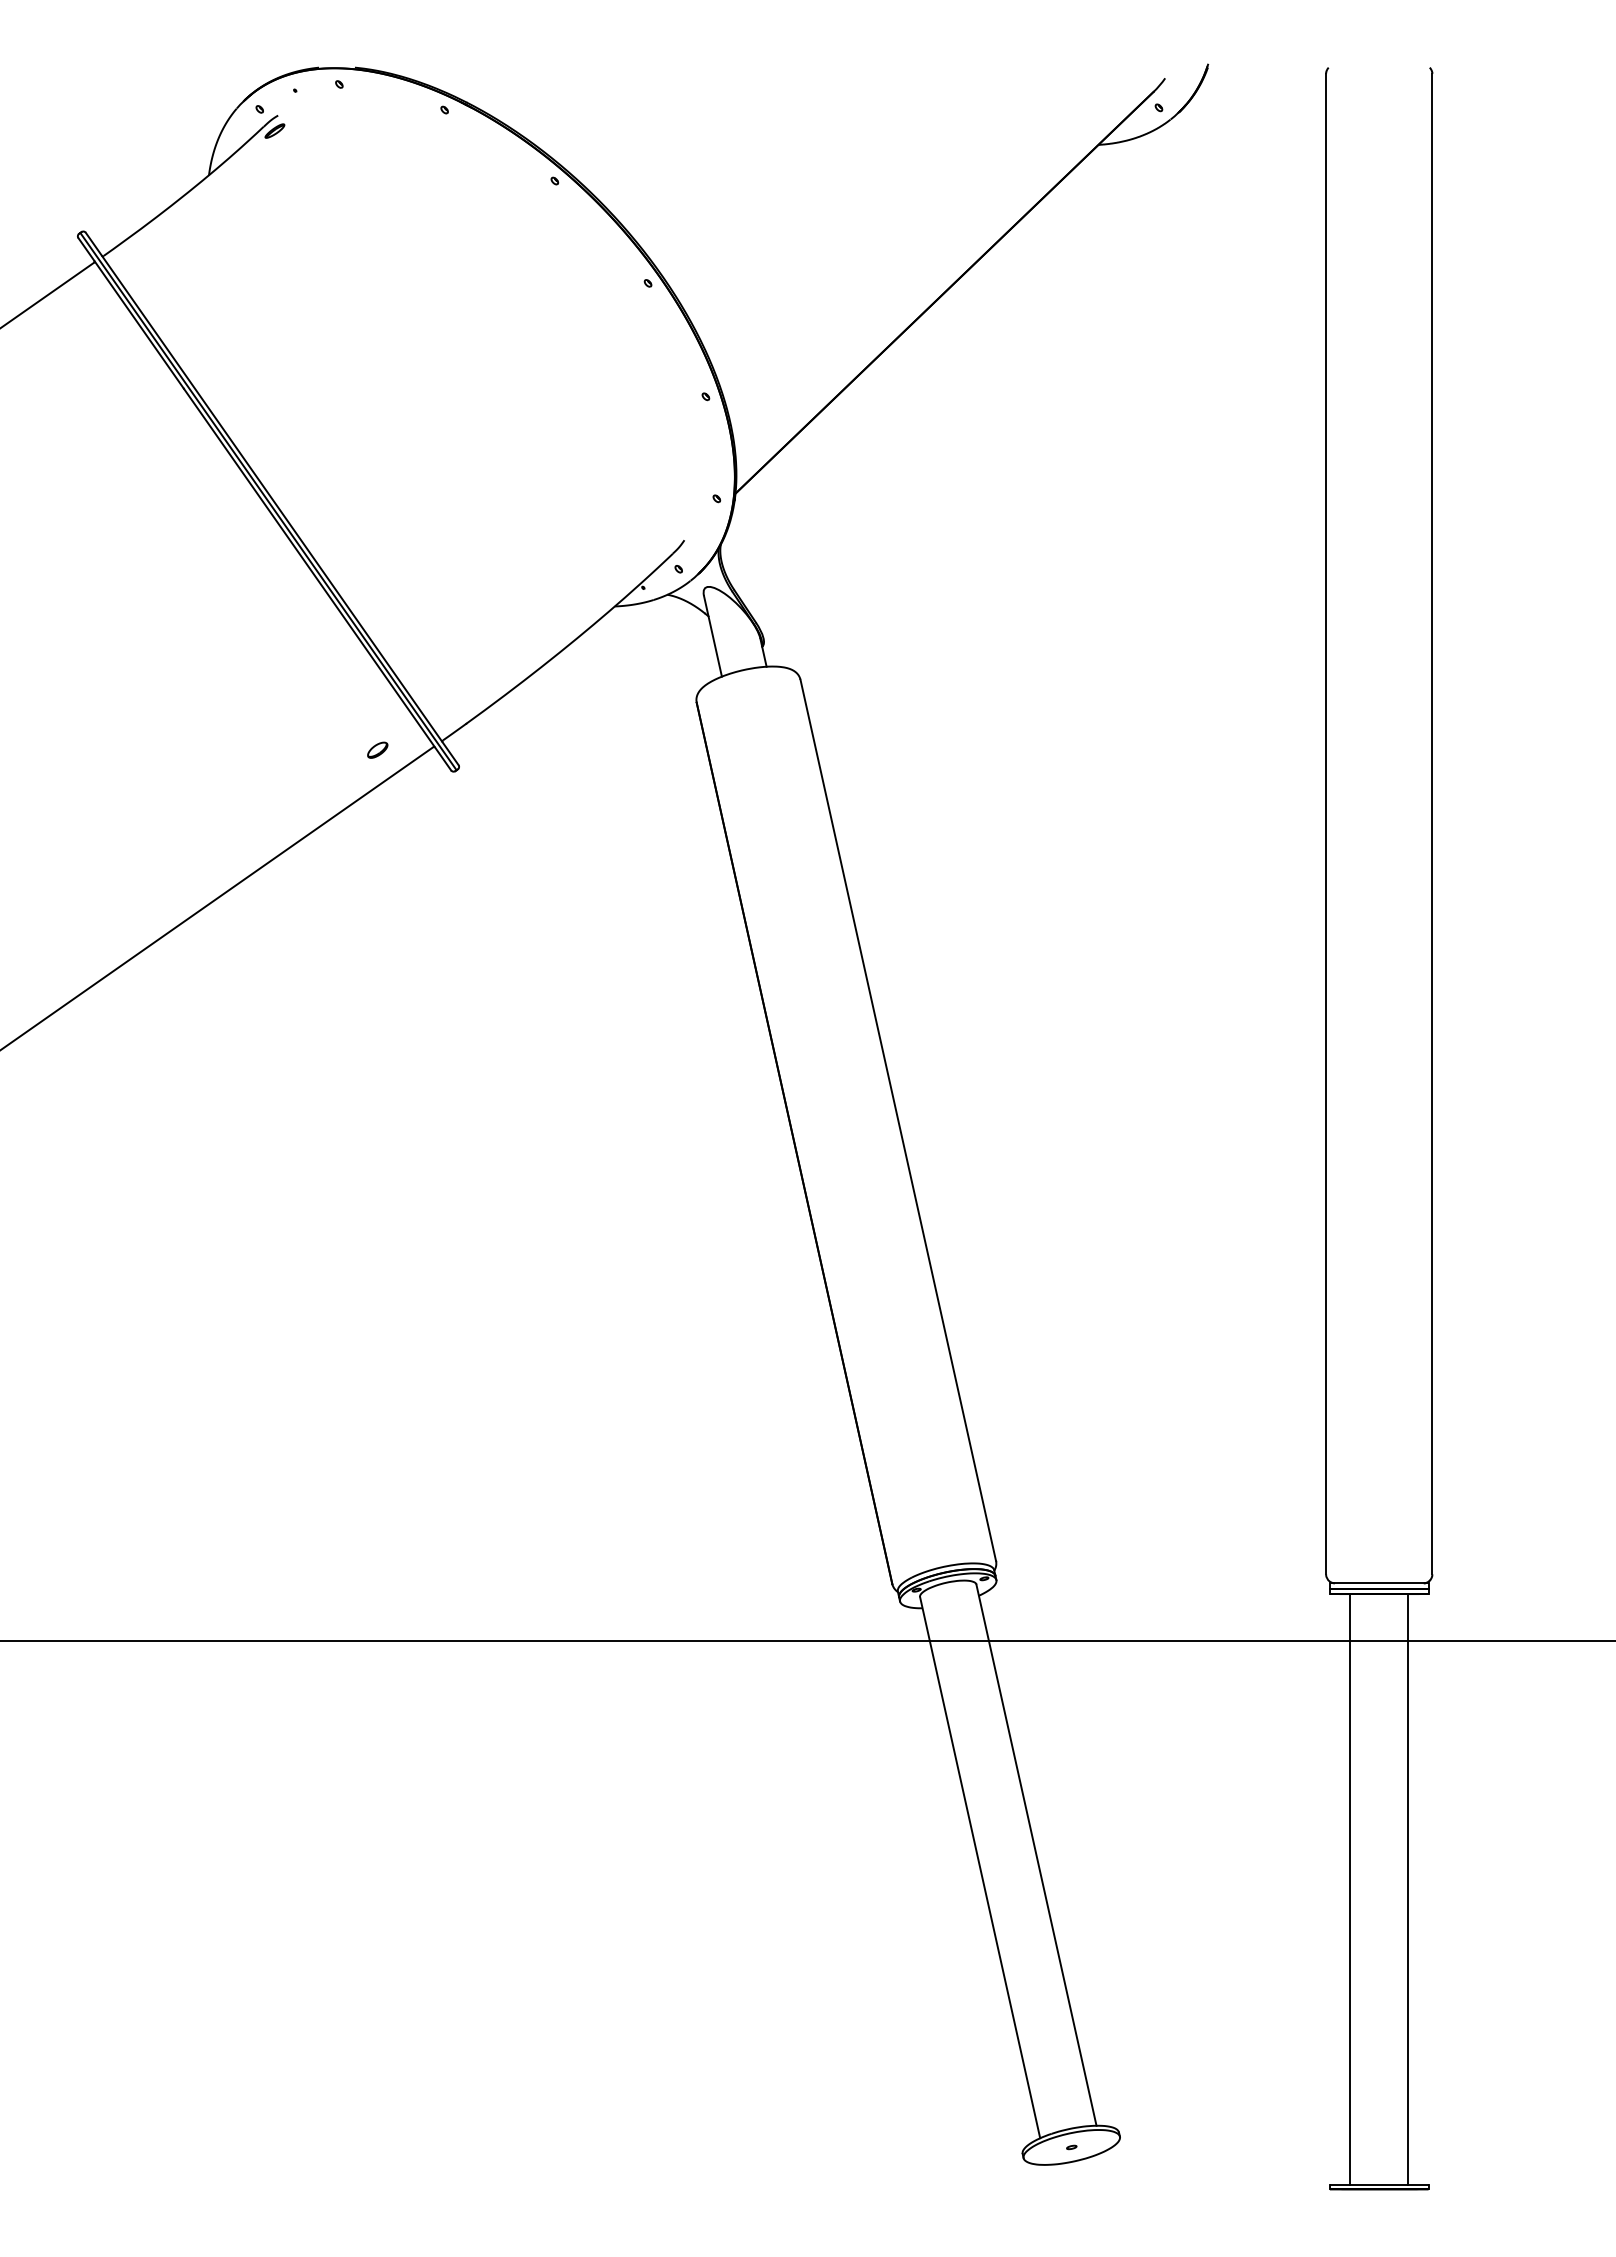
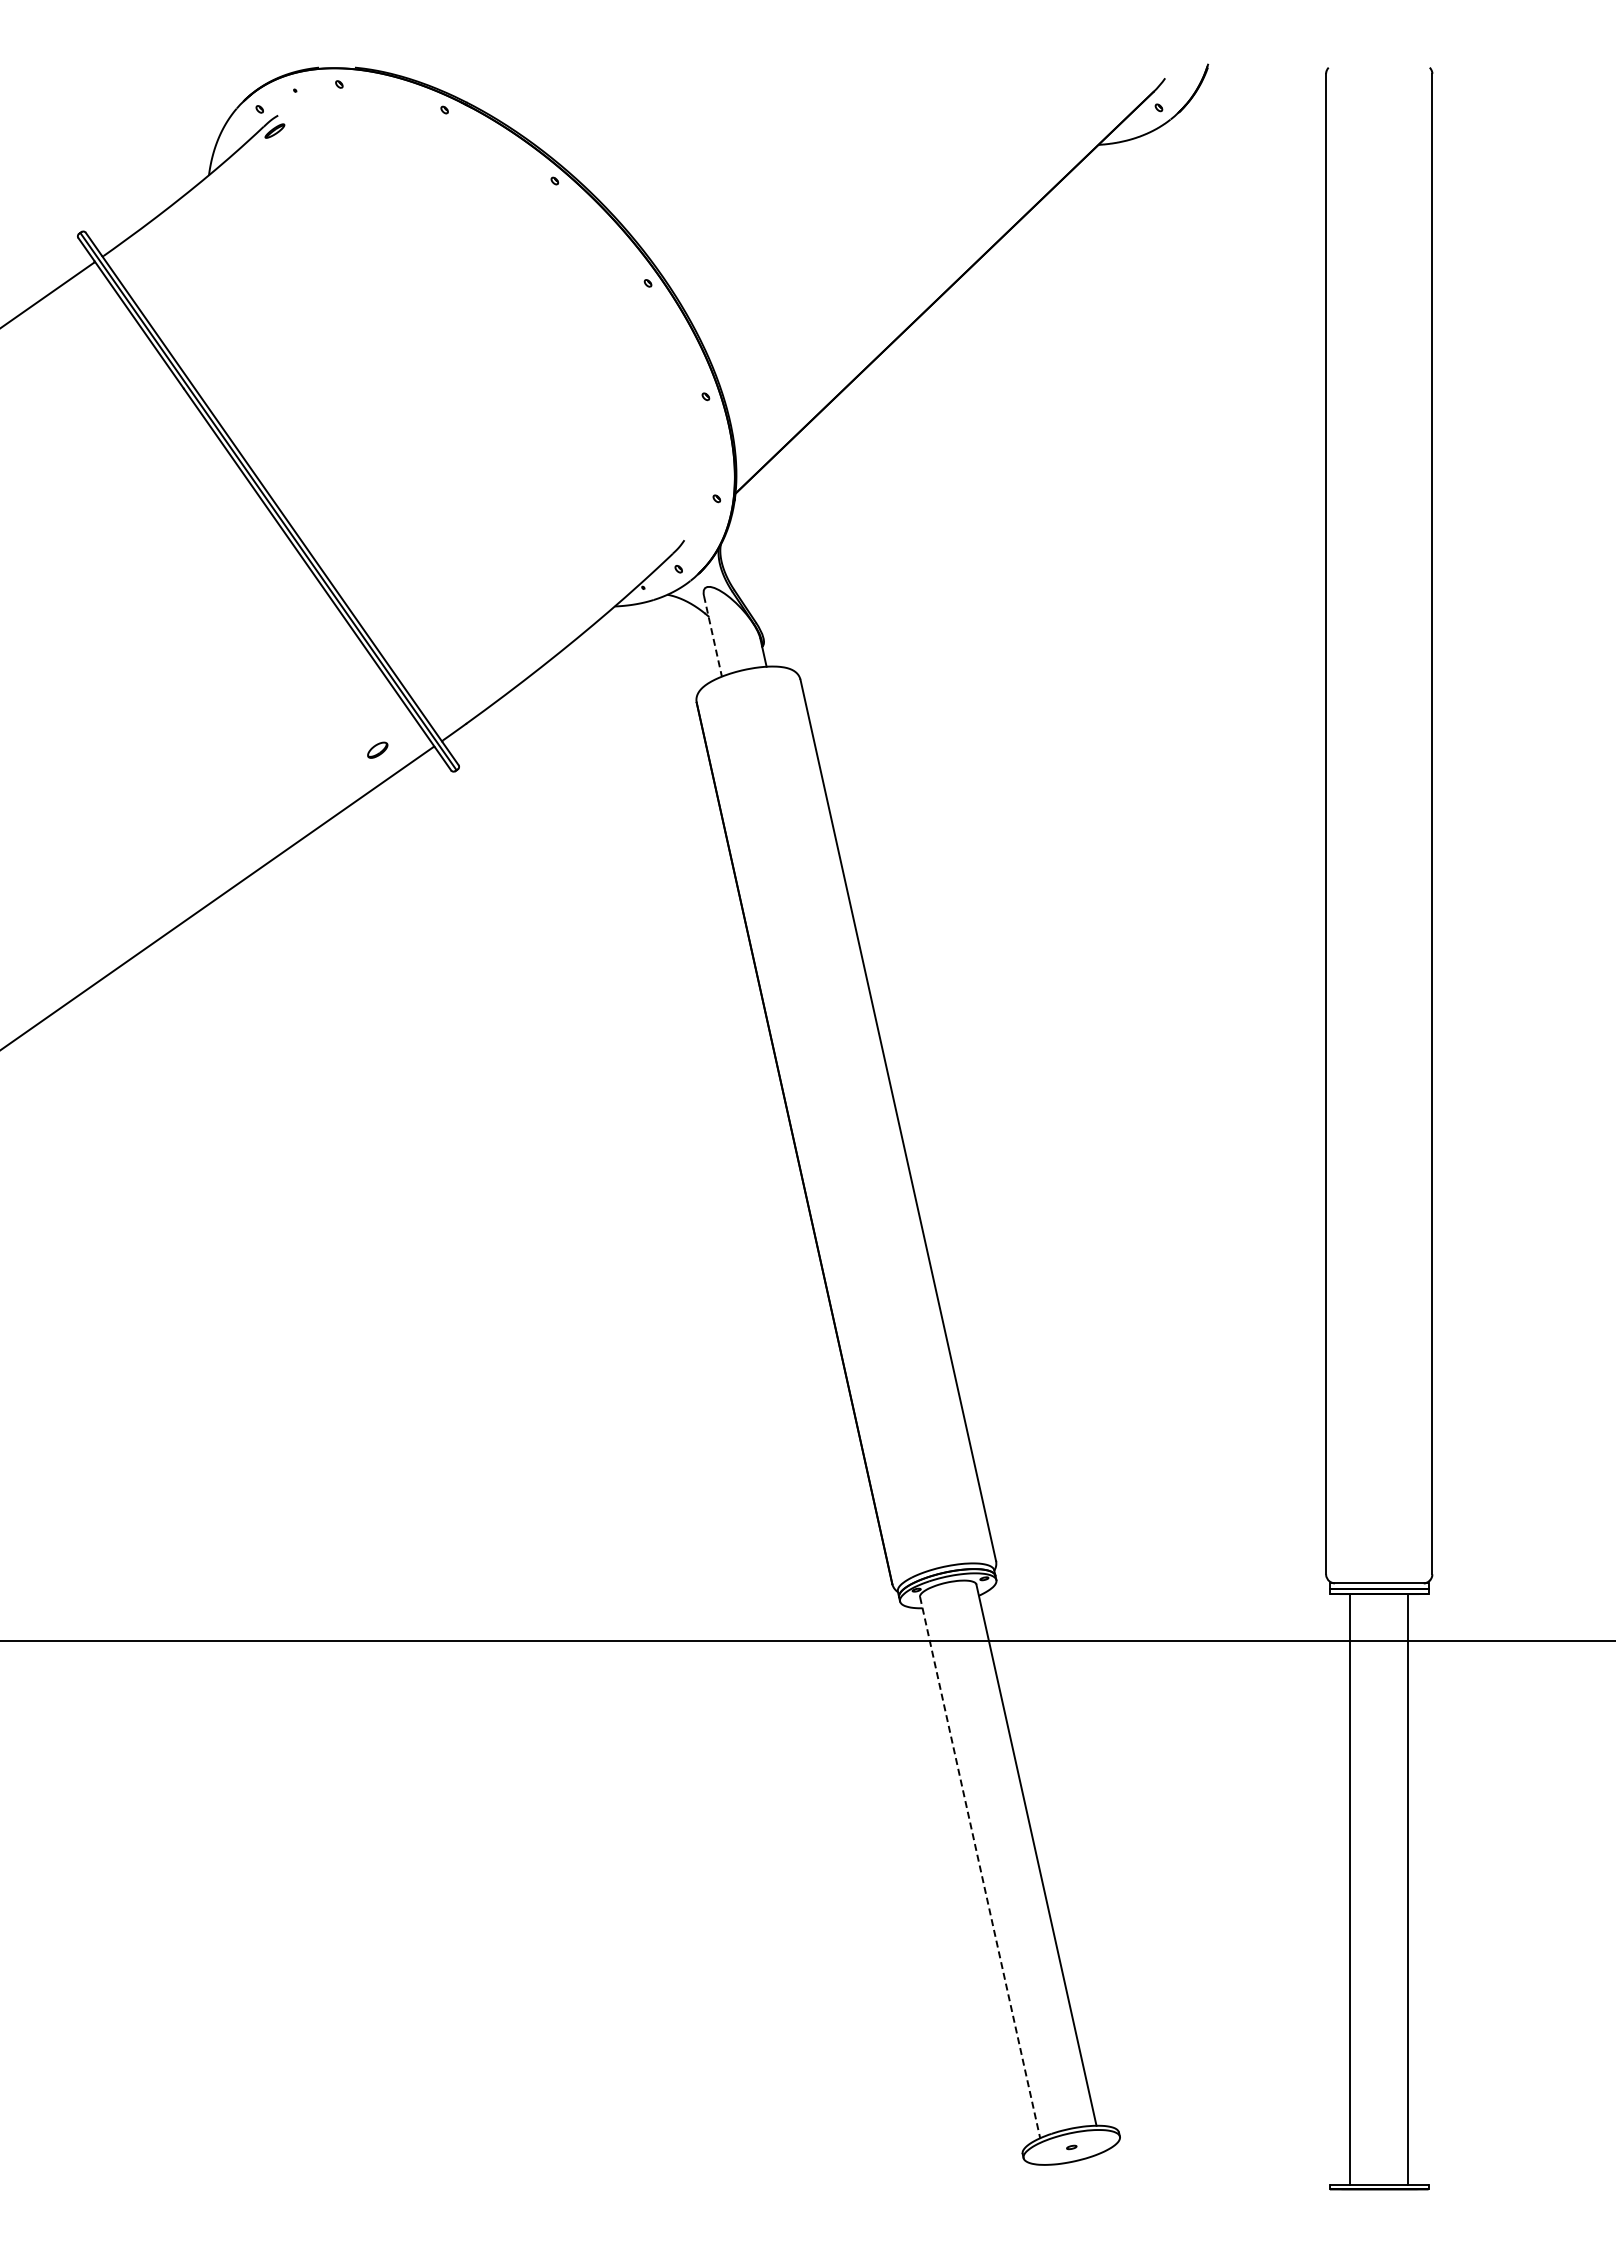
line at (713, 636): solid -> dashed
line at (980, 1868): solid -> dashed
